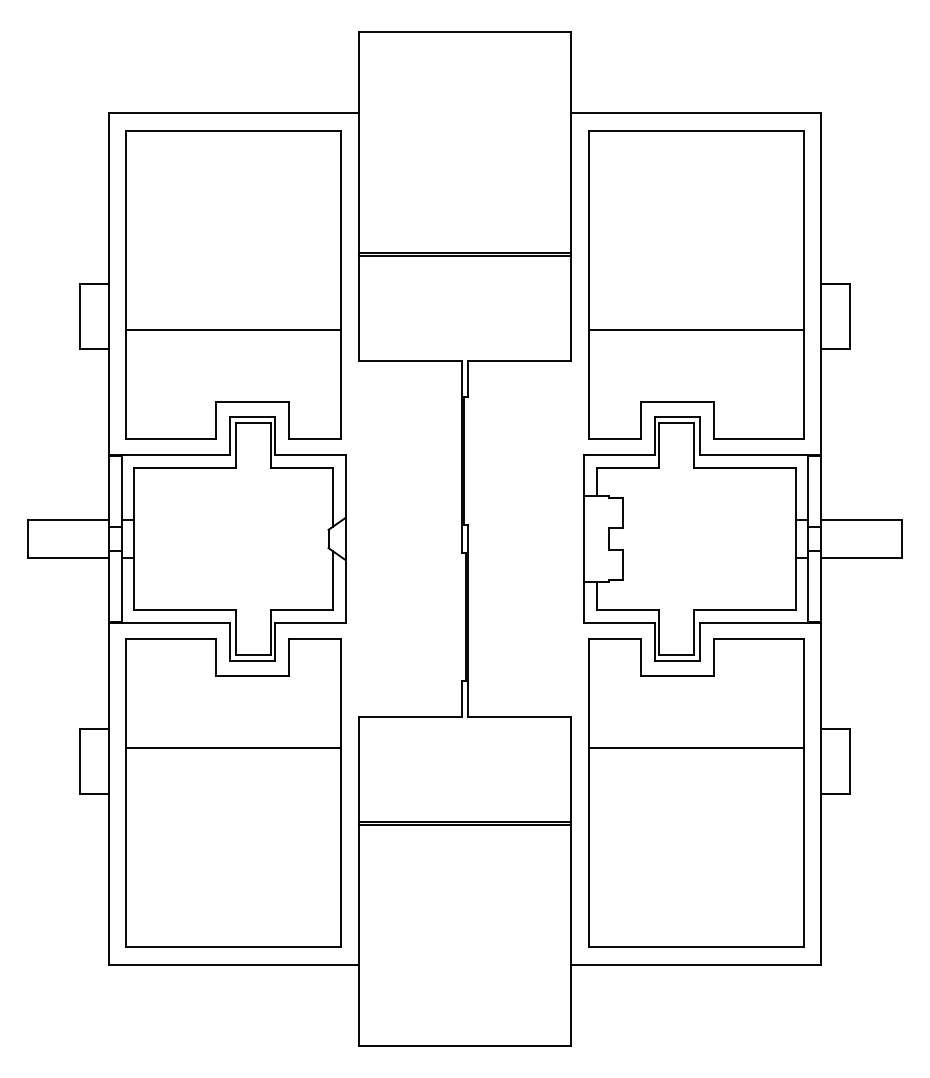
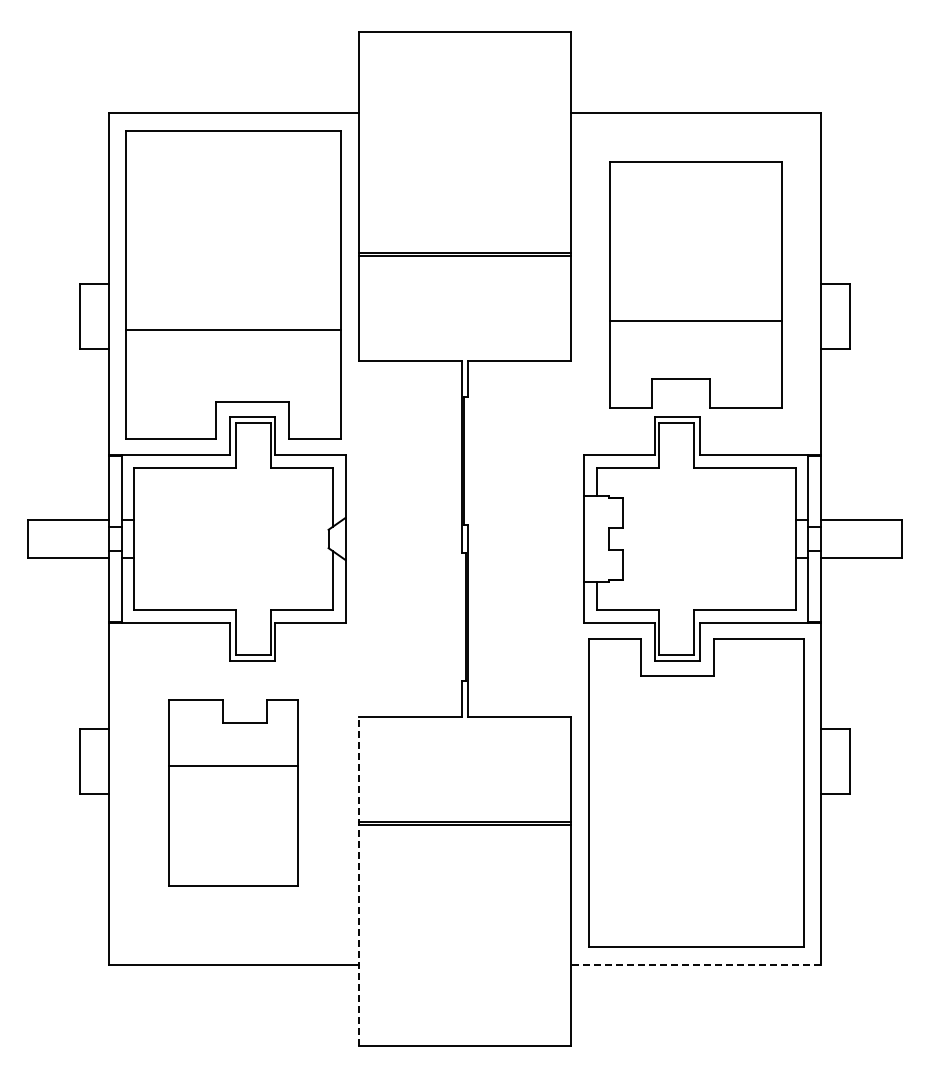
part at (696, 284) size: 217x310 px -> 174x248 px
line at (695, 748): present -> none
part at (233, 792) size: 217x310 px -> 131x188 px
line at (358, 881): solid -> dashed
line at (696, 964): solid -> dashed
